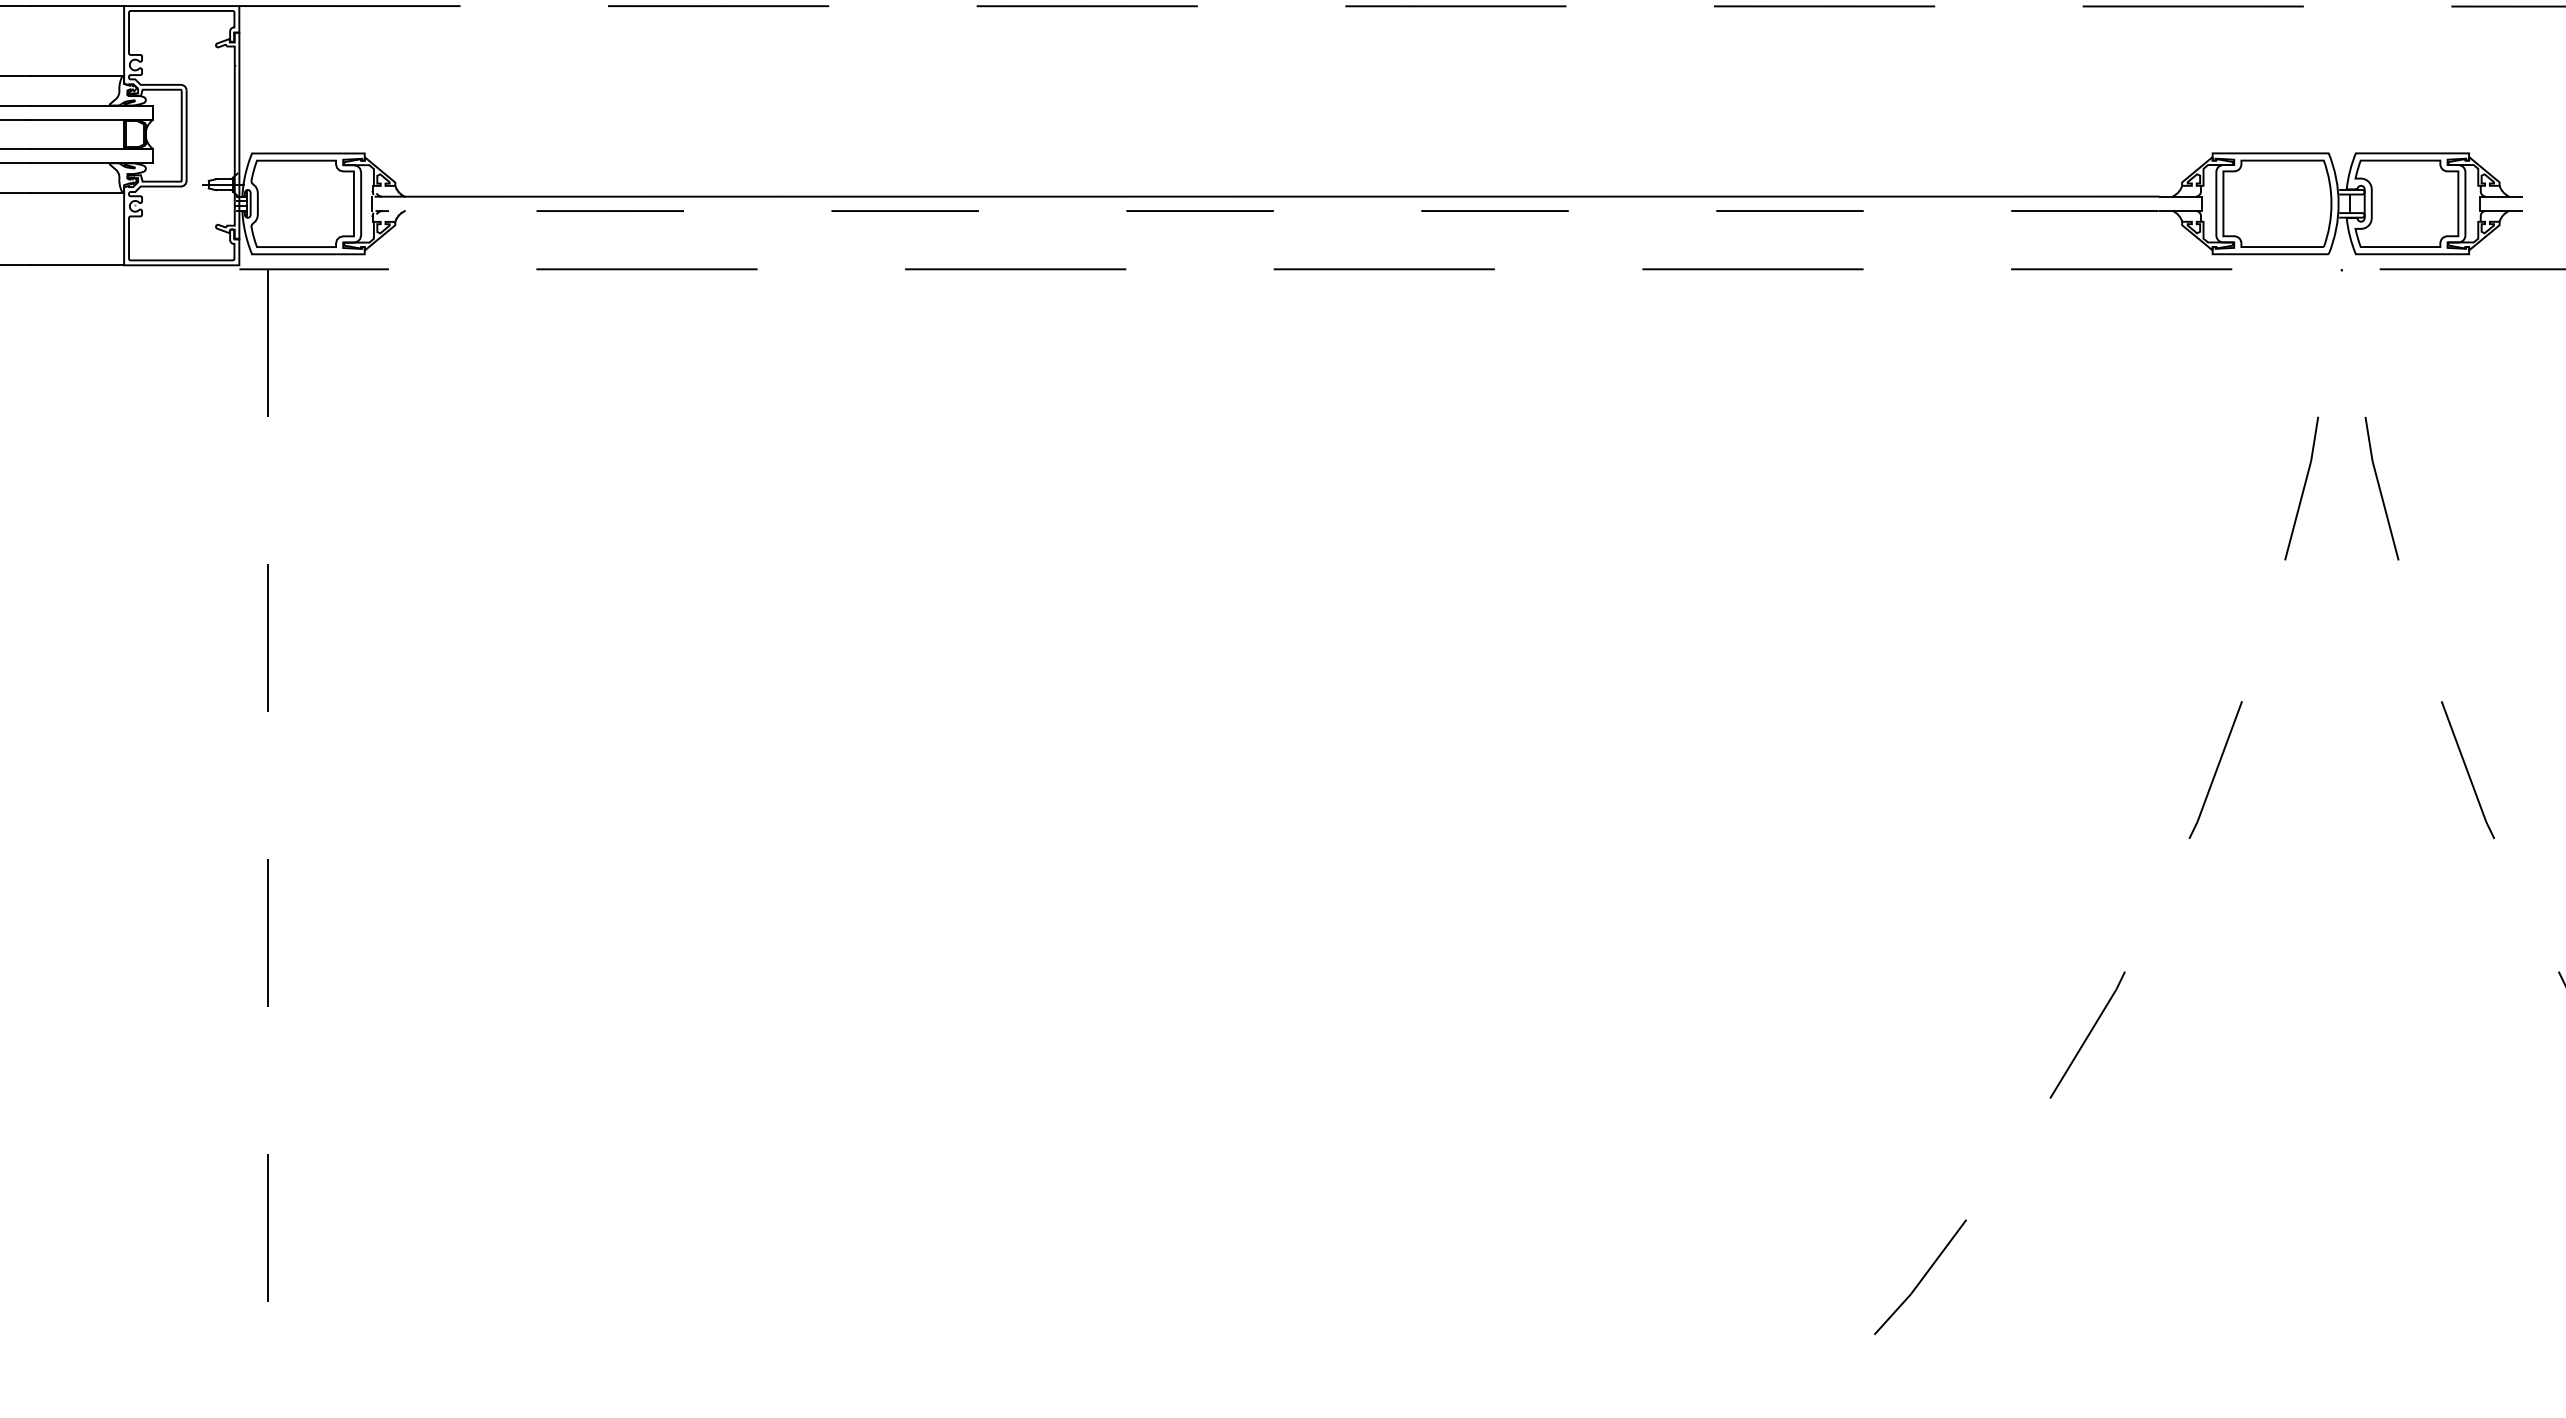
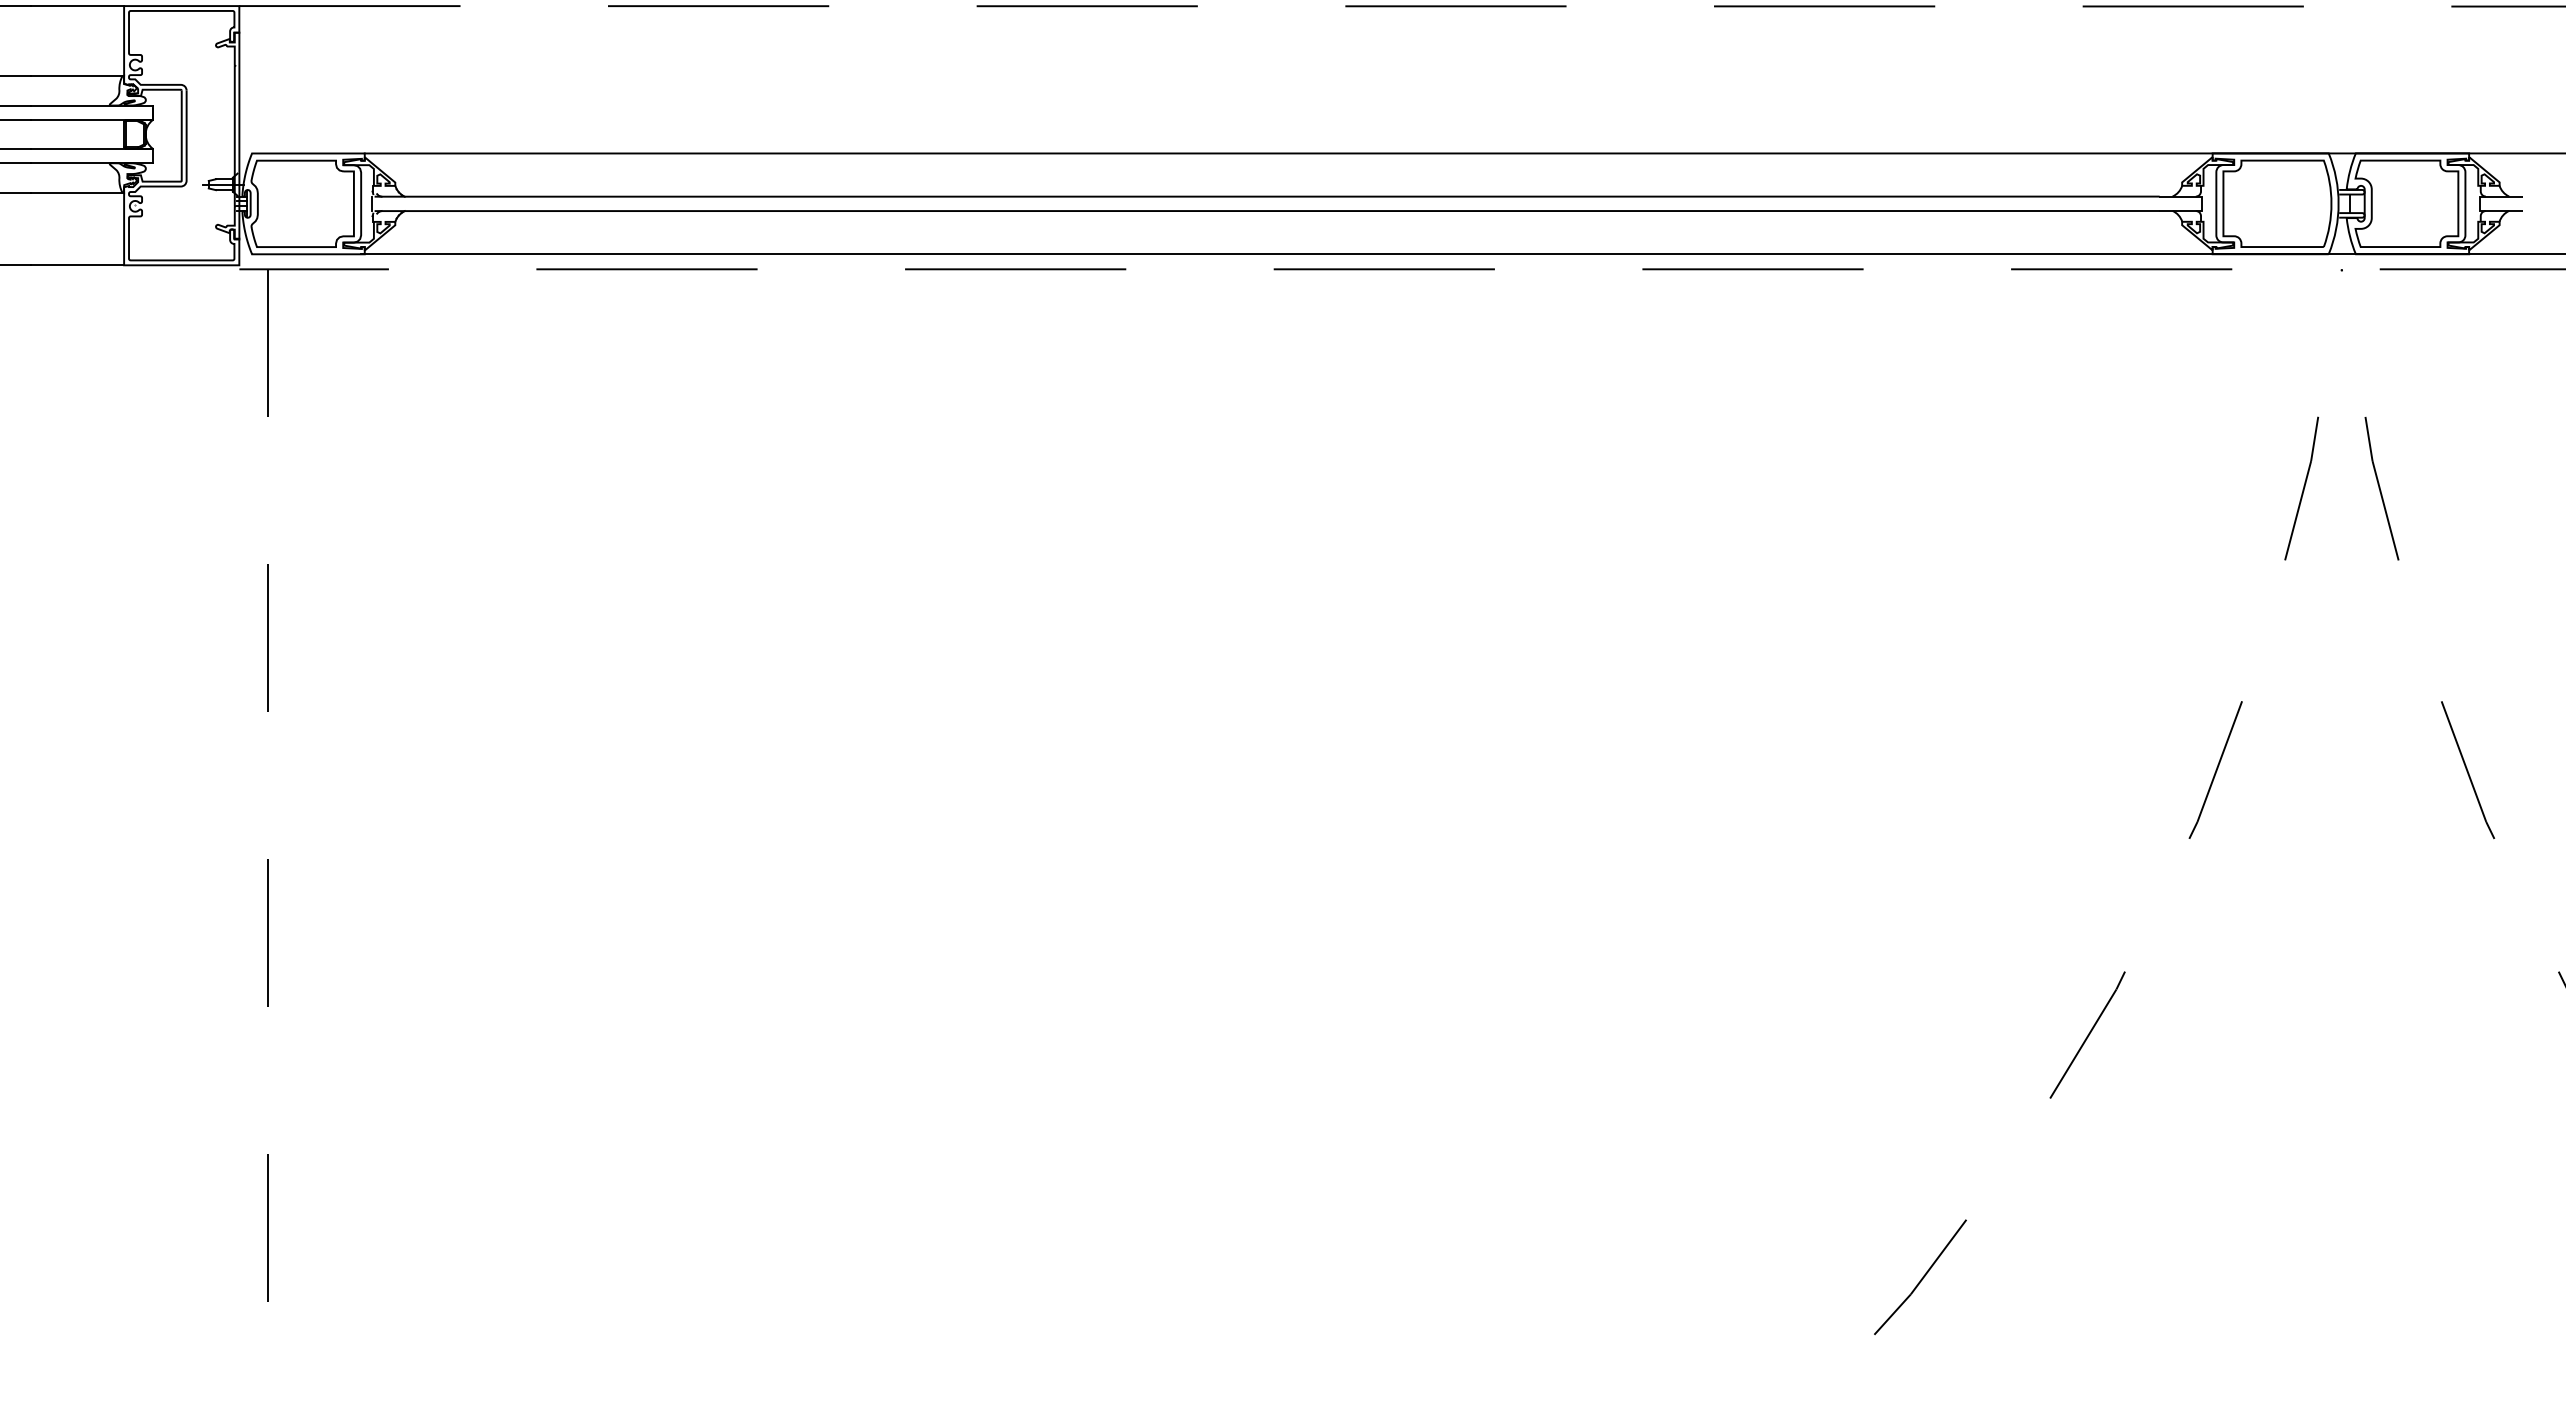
line at (1463, 153): none -> present
line at (1267, 211): dashed -> solid
line at (1461, 254): none -> present
